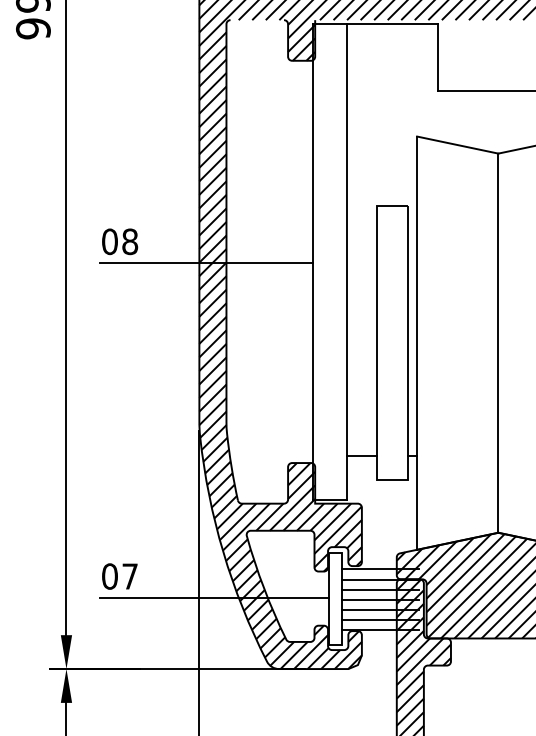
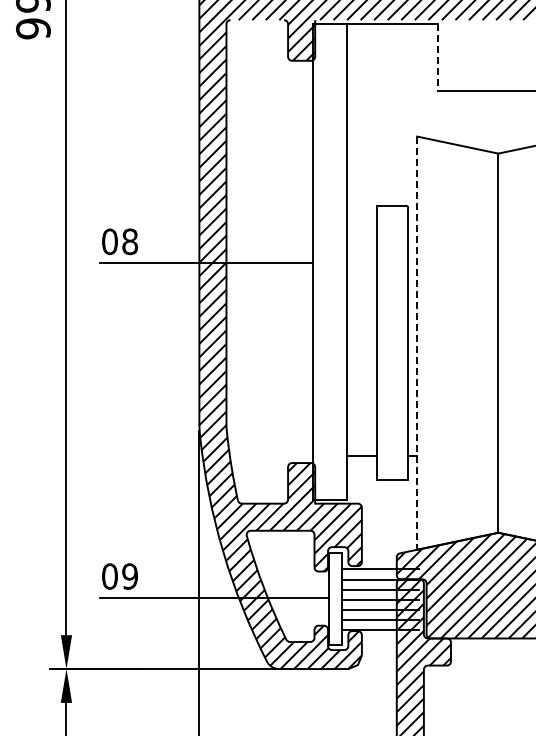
line at (438, 57): solid -> dashed
line at (417, 343): solid -> dashed
text at (130, 576): 07 -> 09
